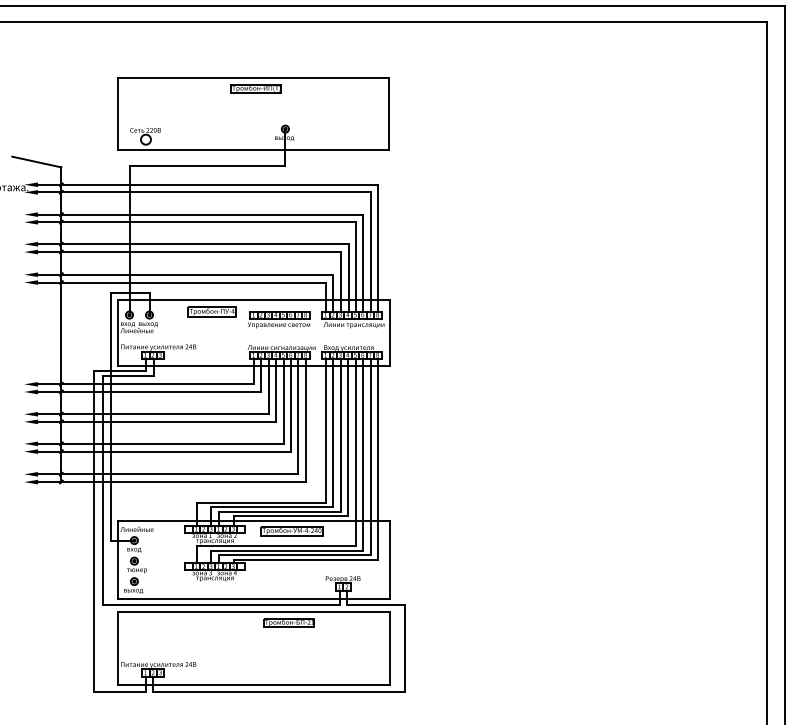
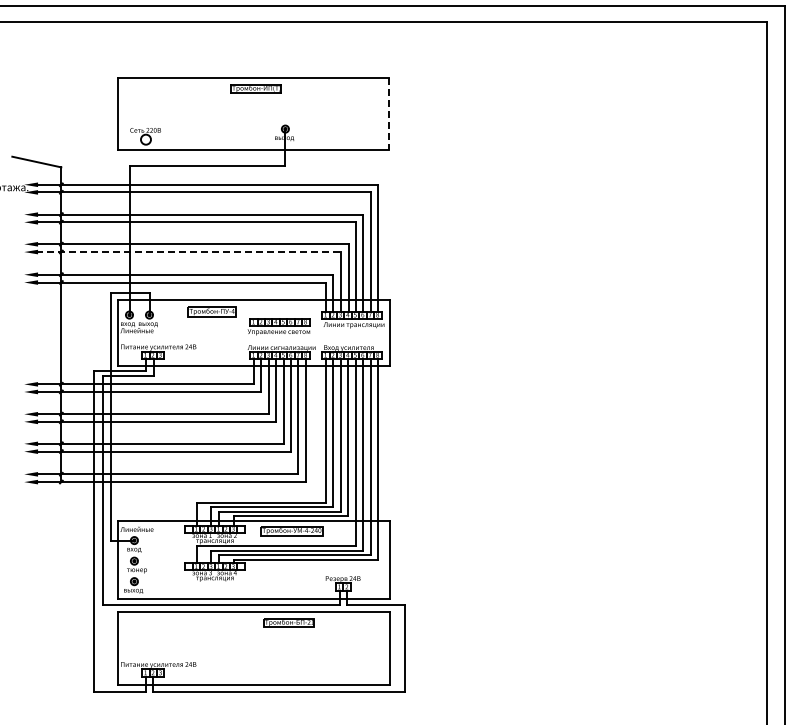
line at (389, 114): solid -> dashed
line at (189, 252): solid -> dashed
part at (278, 319) position: (278, 319) -> (278, 326)
